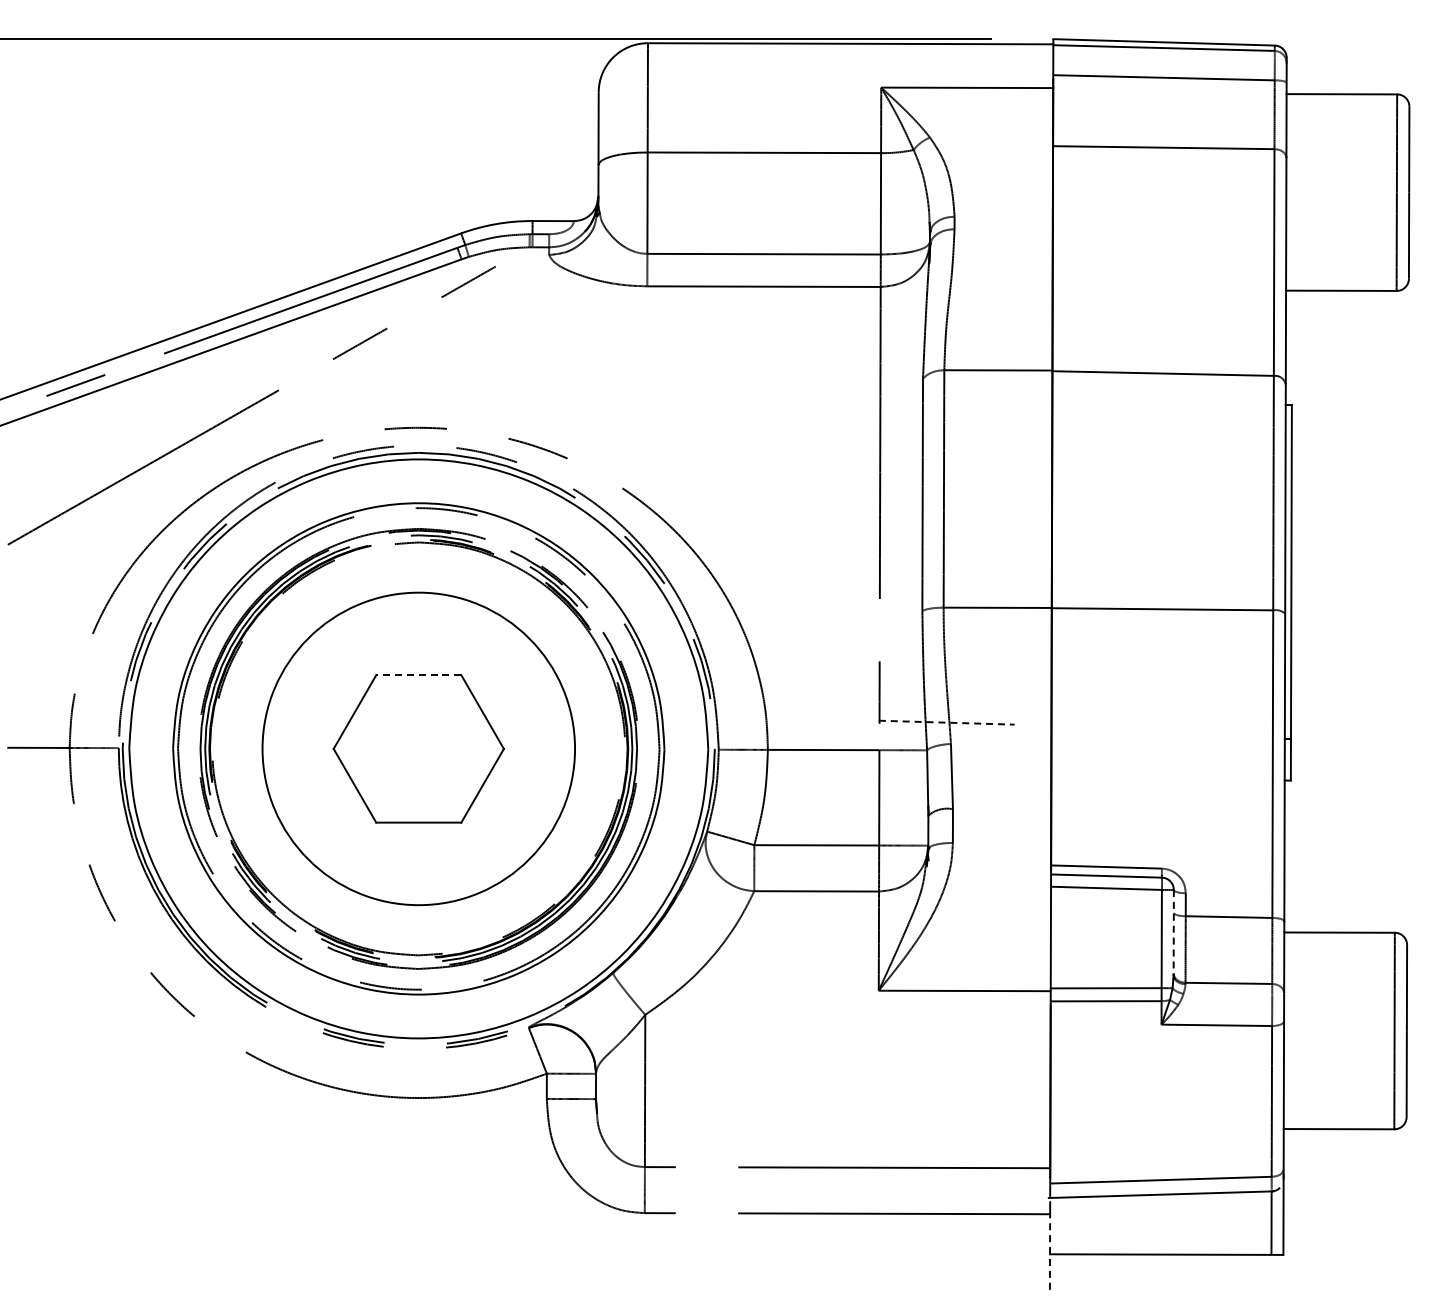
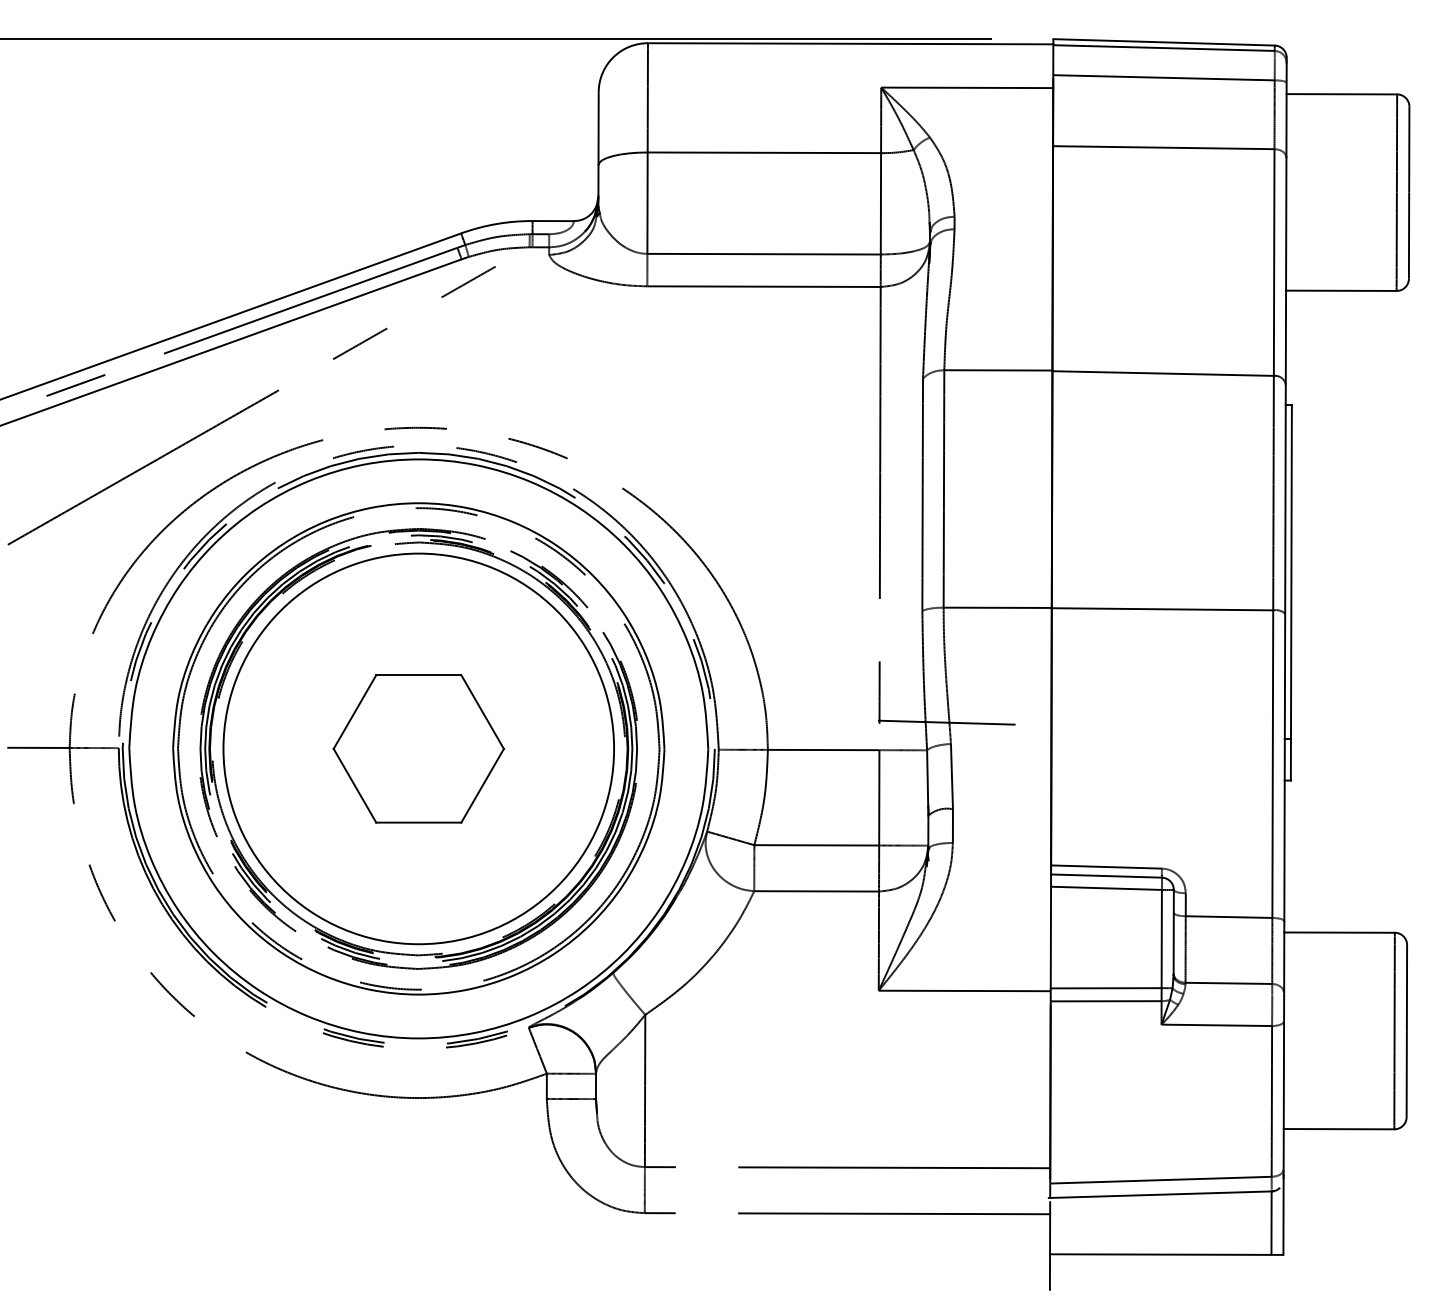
line at (418, 675): dashed -> solid
line at (946, 722): dashed -> solid
circle at (418, 748) diameter: 312 px -> 391 px
line at (1173, 932): dashed -> solid
line at (1050, 1252): dashed -> solid
